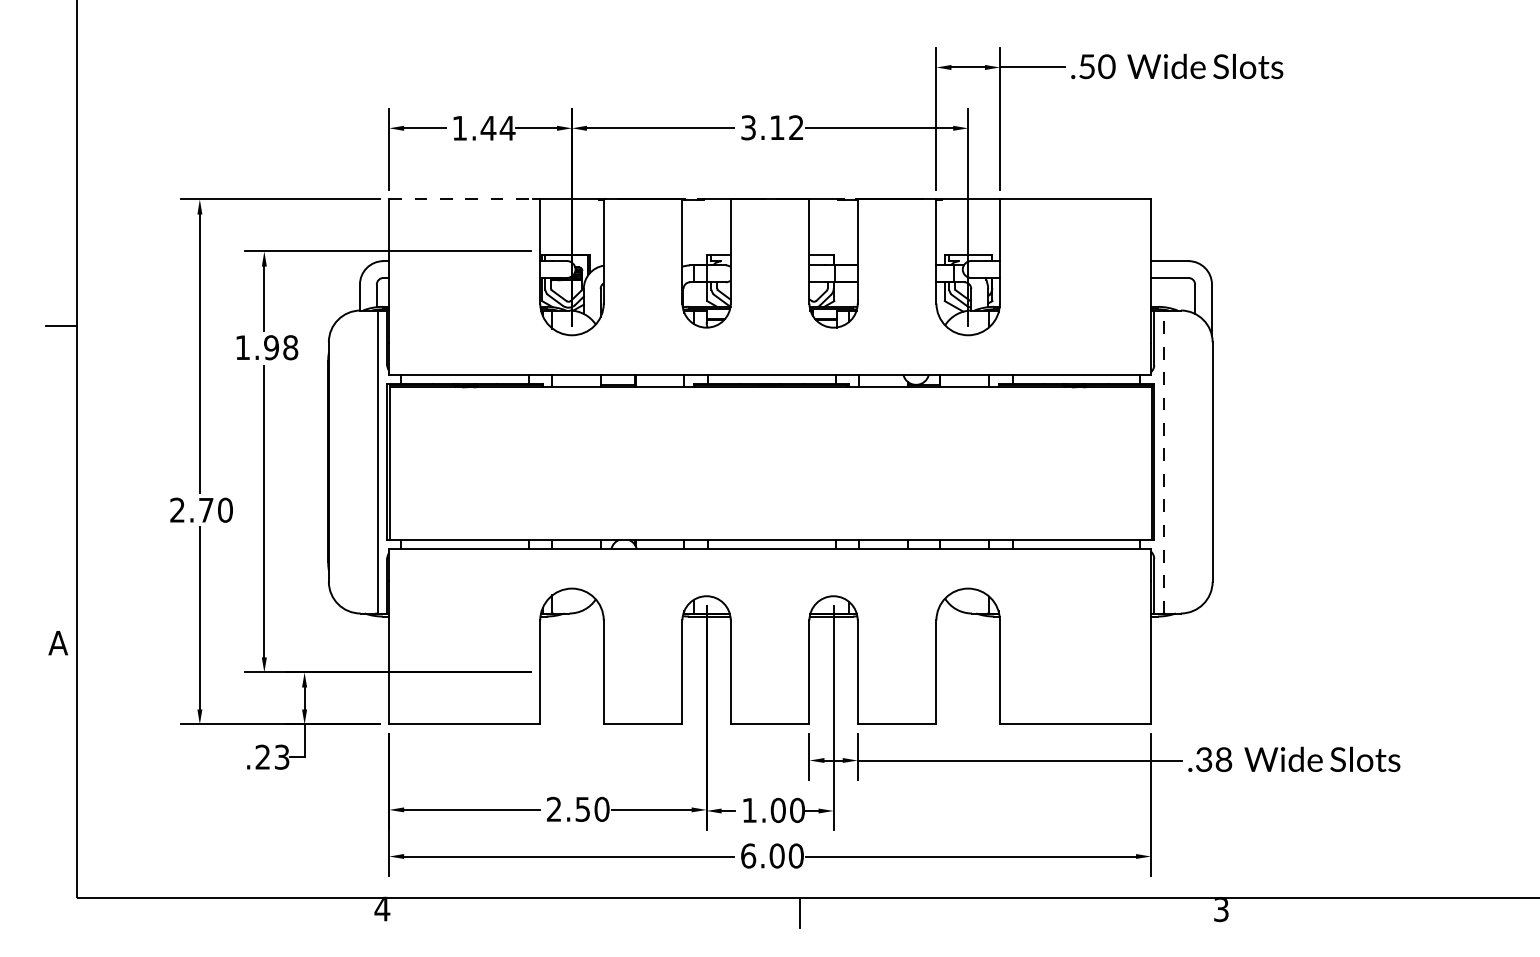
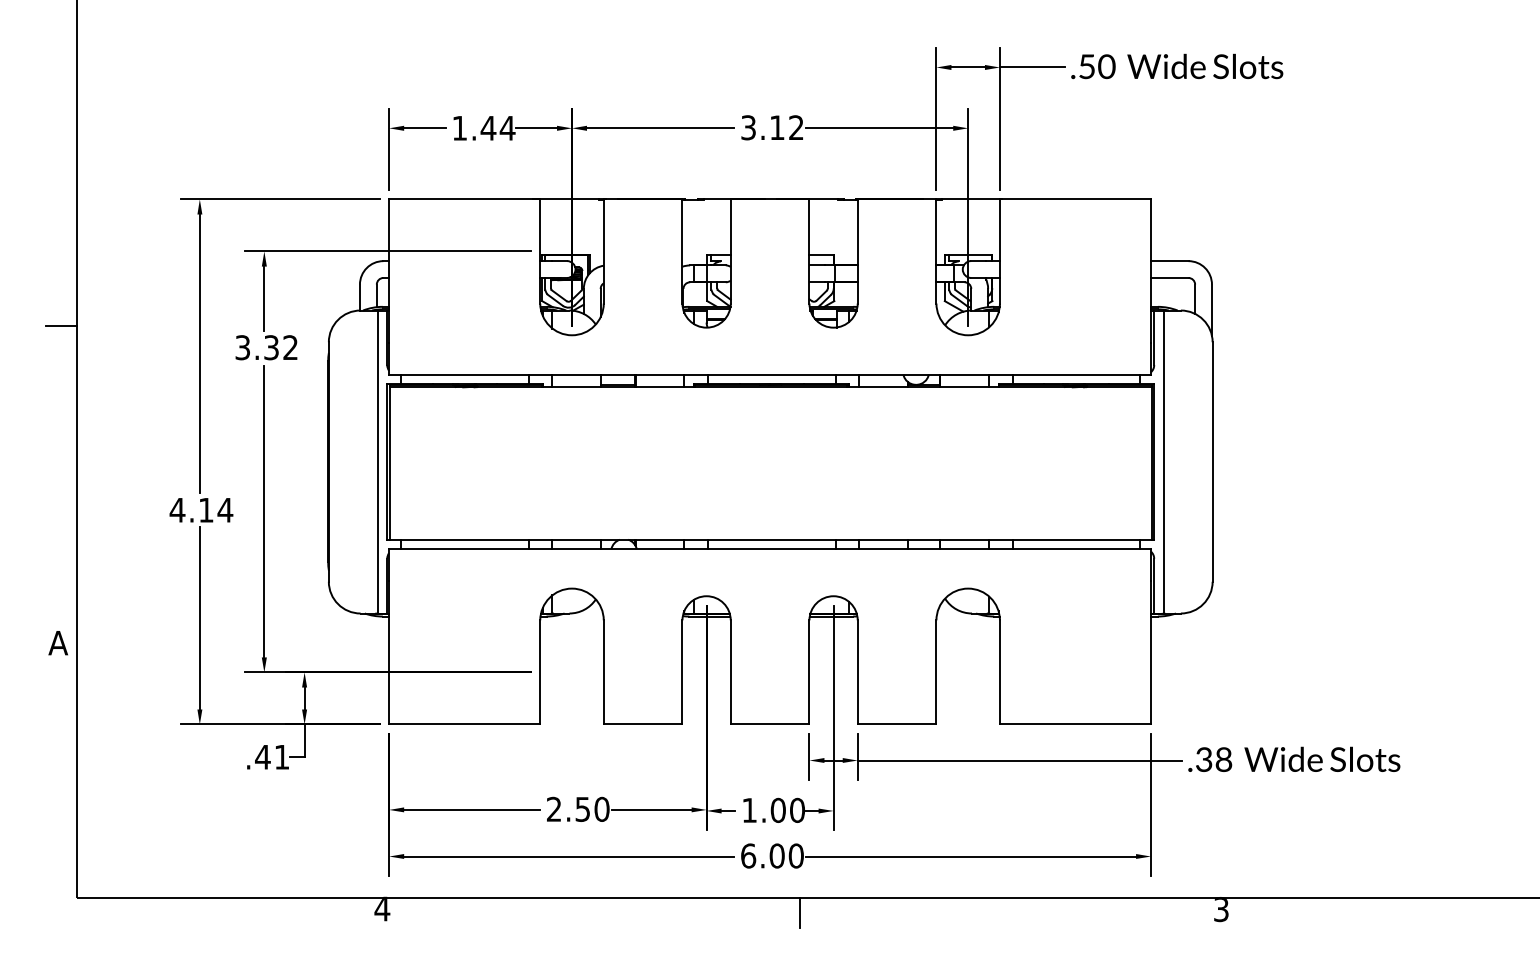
line at (464, 199): dashed -> solid
text at (266, 347): 1.98 -> 3.32
line at (1163, 461): dashed -> solid
text at (201, 509): 2.70 -> 4.14
text at (272, 756): .23 -> .41
